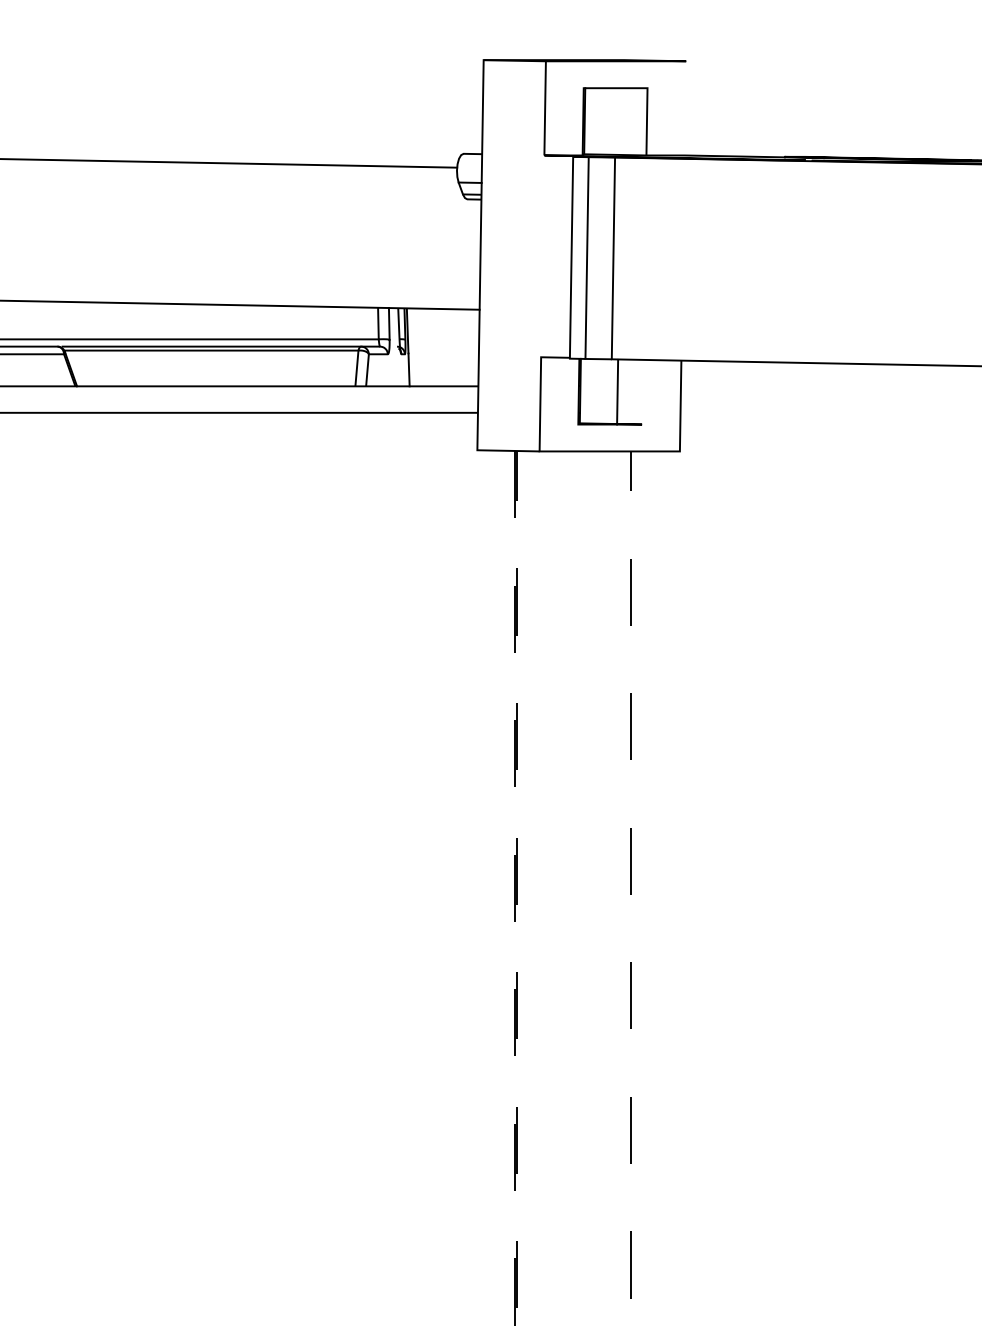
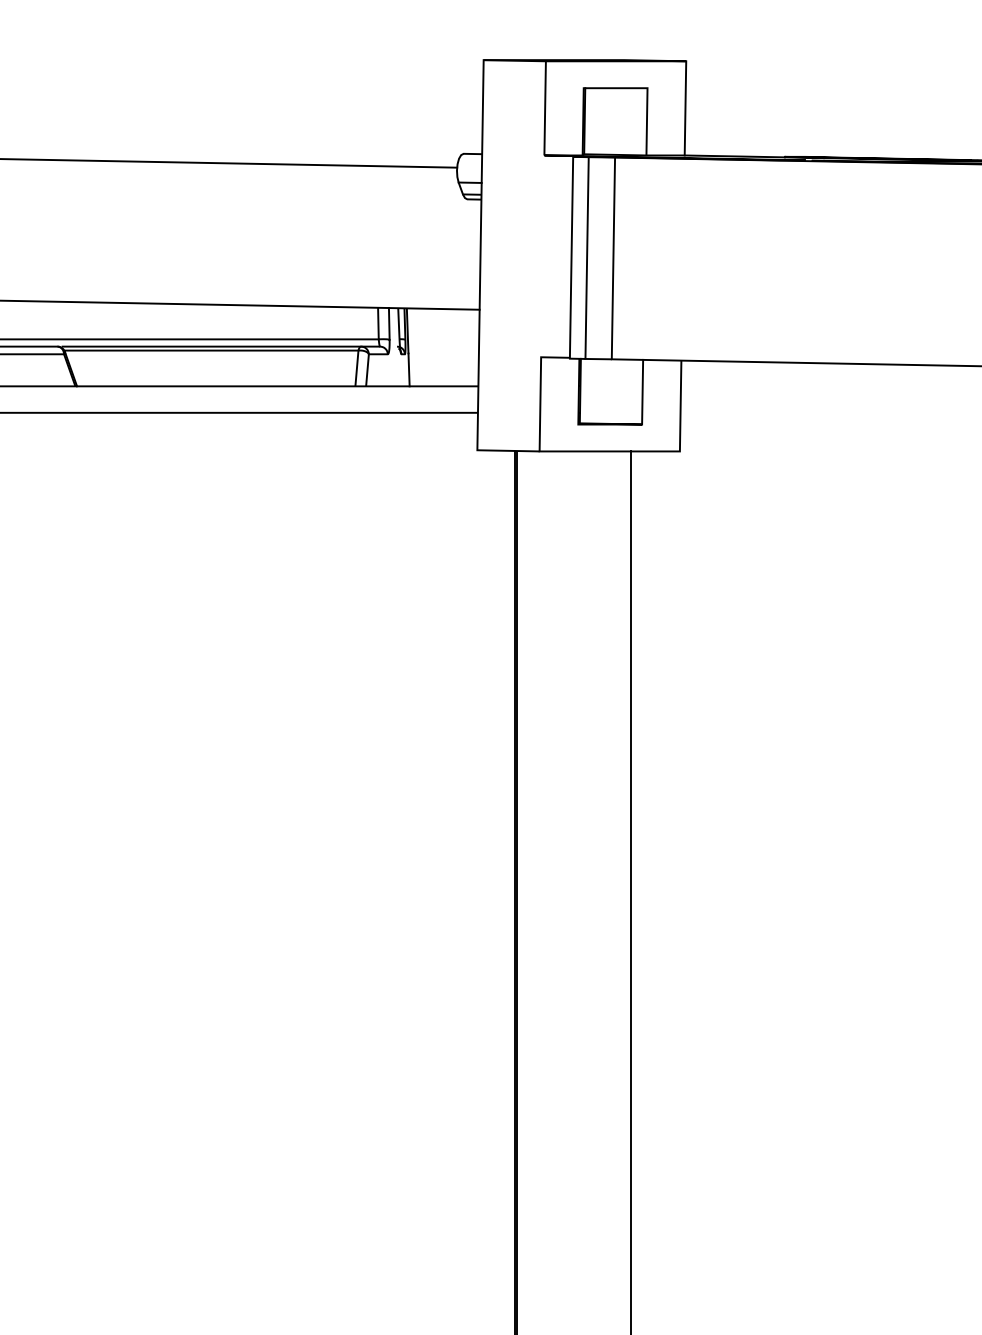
line at (685, 108): none -> present
line at (617, 391) position: (617, 391) -> (642, 391)
line at (630, 892): dashed -> solid
line at (517, 1334): dashed -> solid
